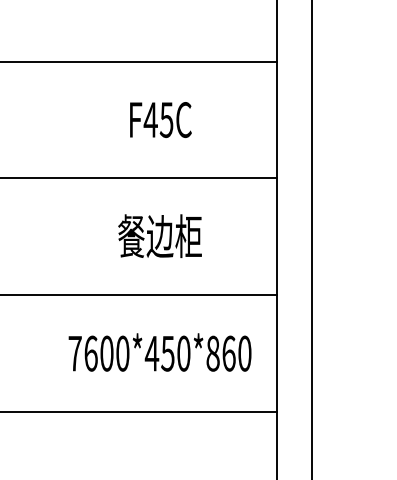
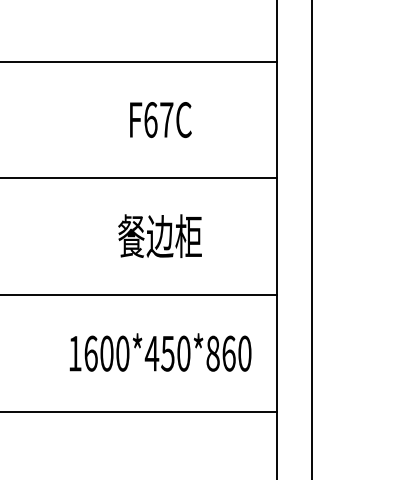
text at (158, 120): F45C -> F67C
text at (74, 353): 7600*450*860 -> 1600*450*860
